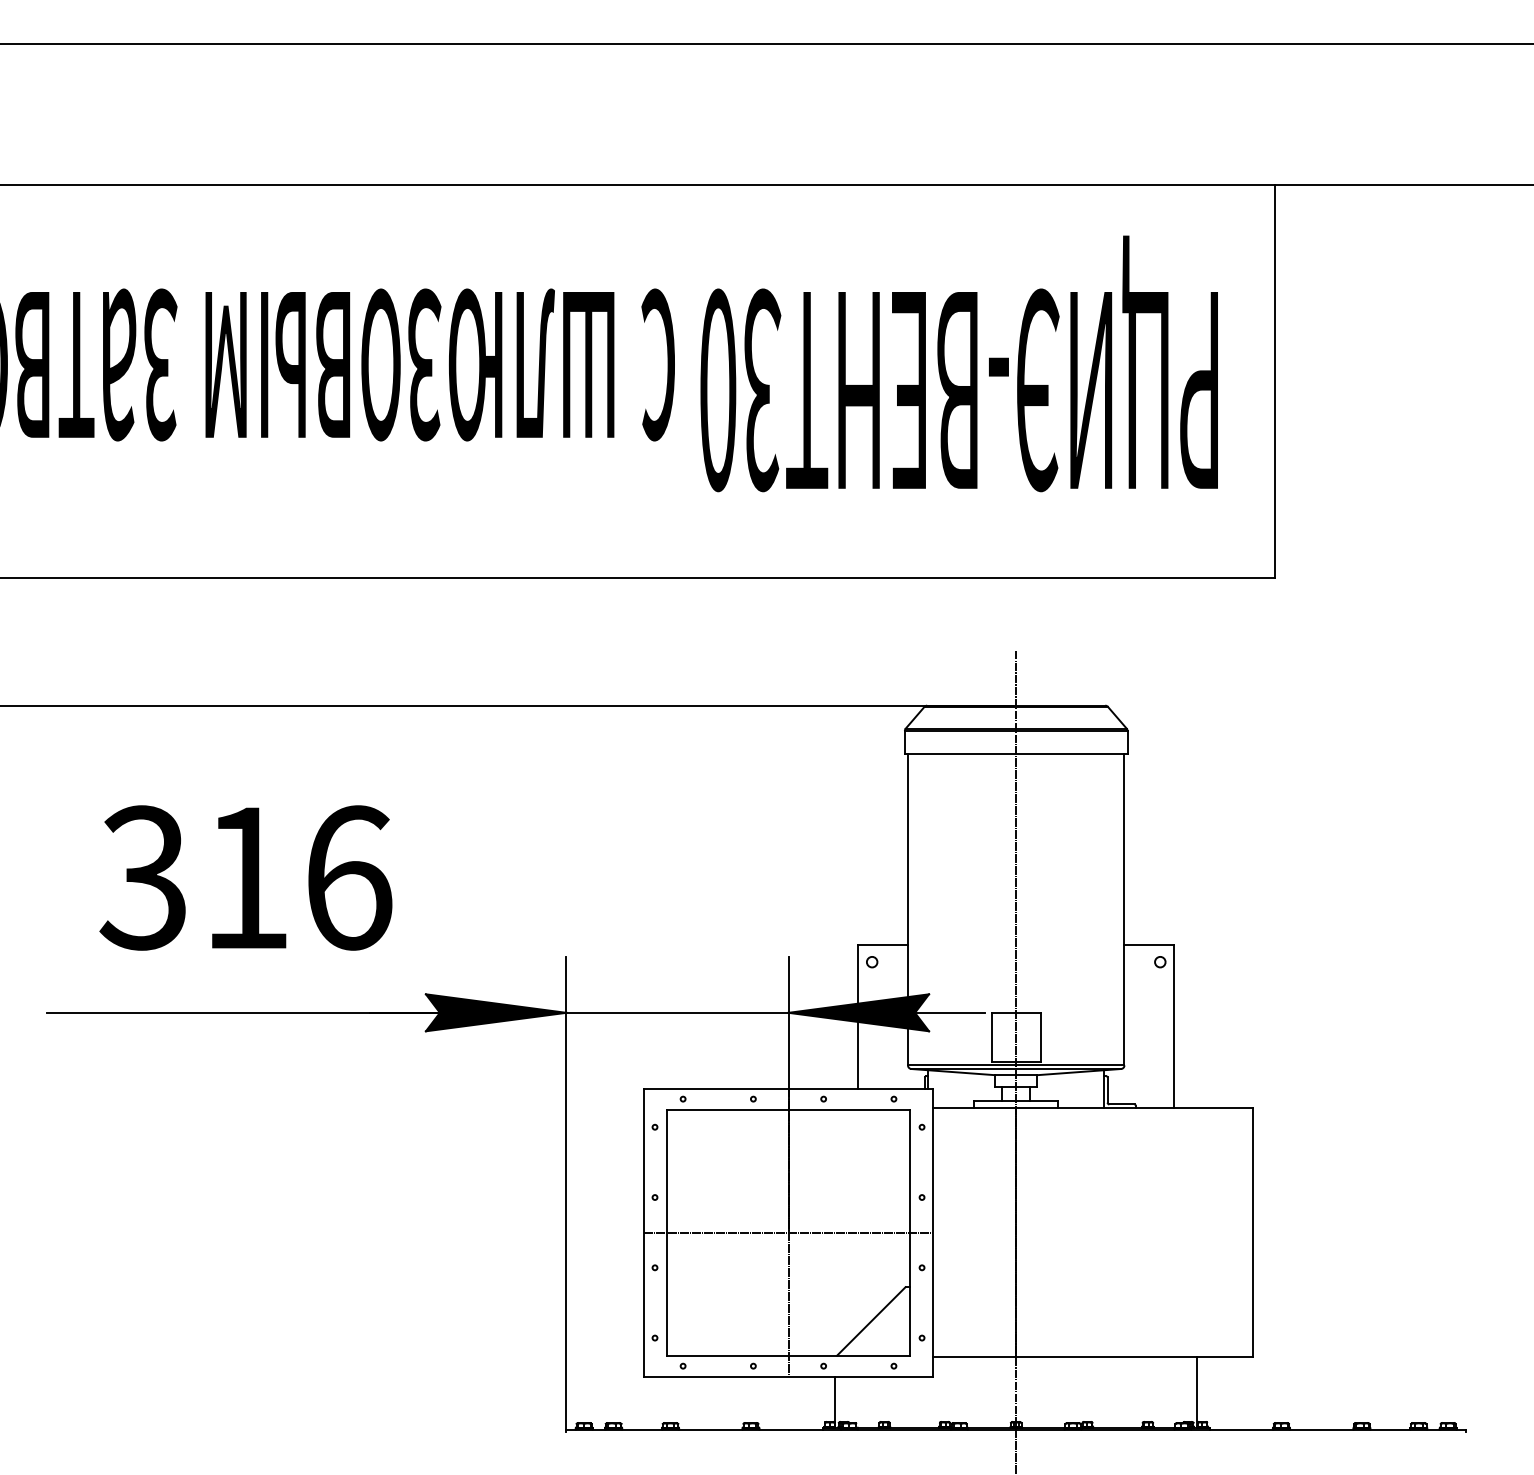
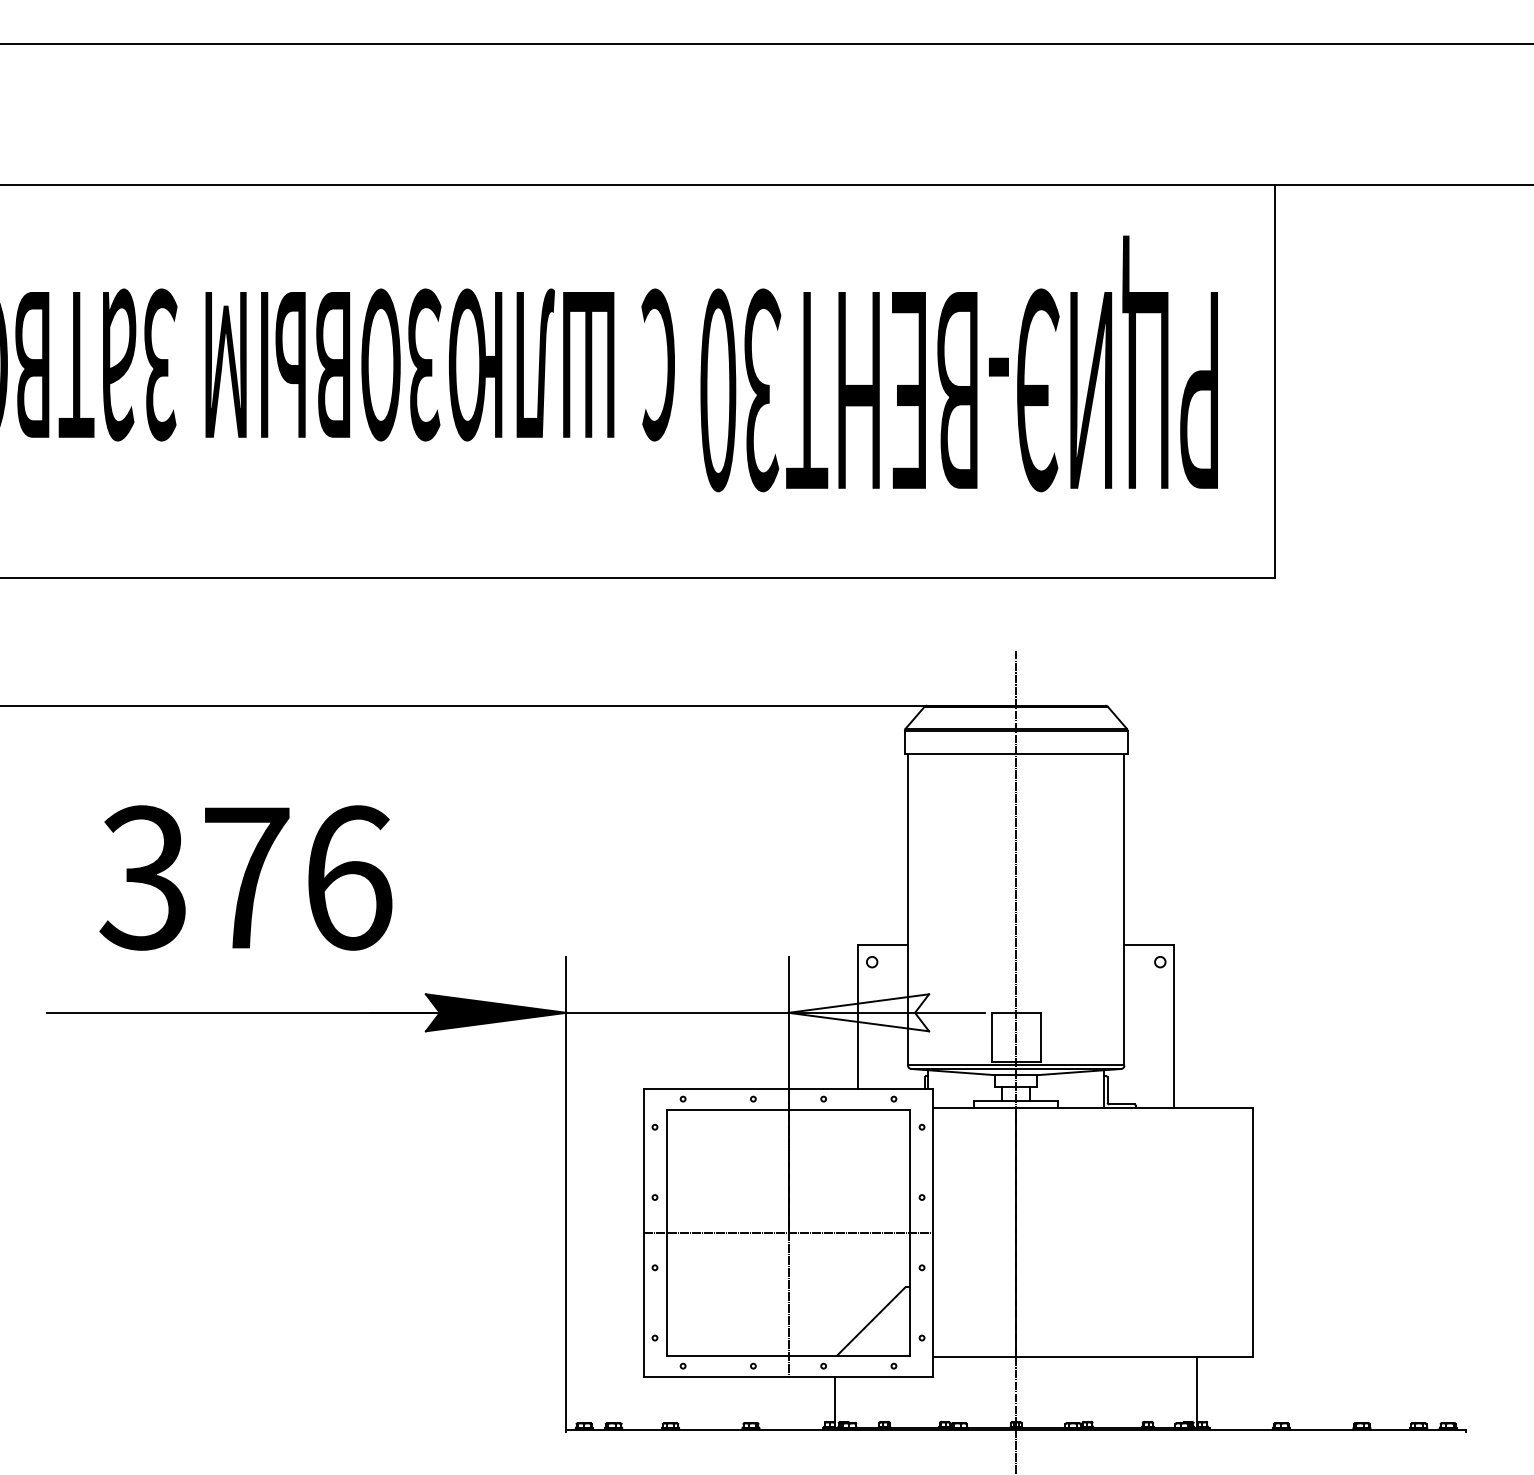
text at (247, 877): 316 -> 376
fill at (858, 1012): present -> none
